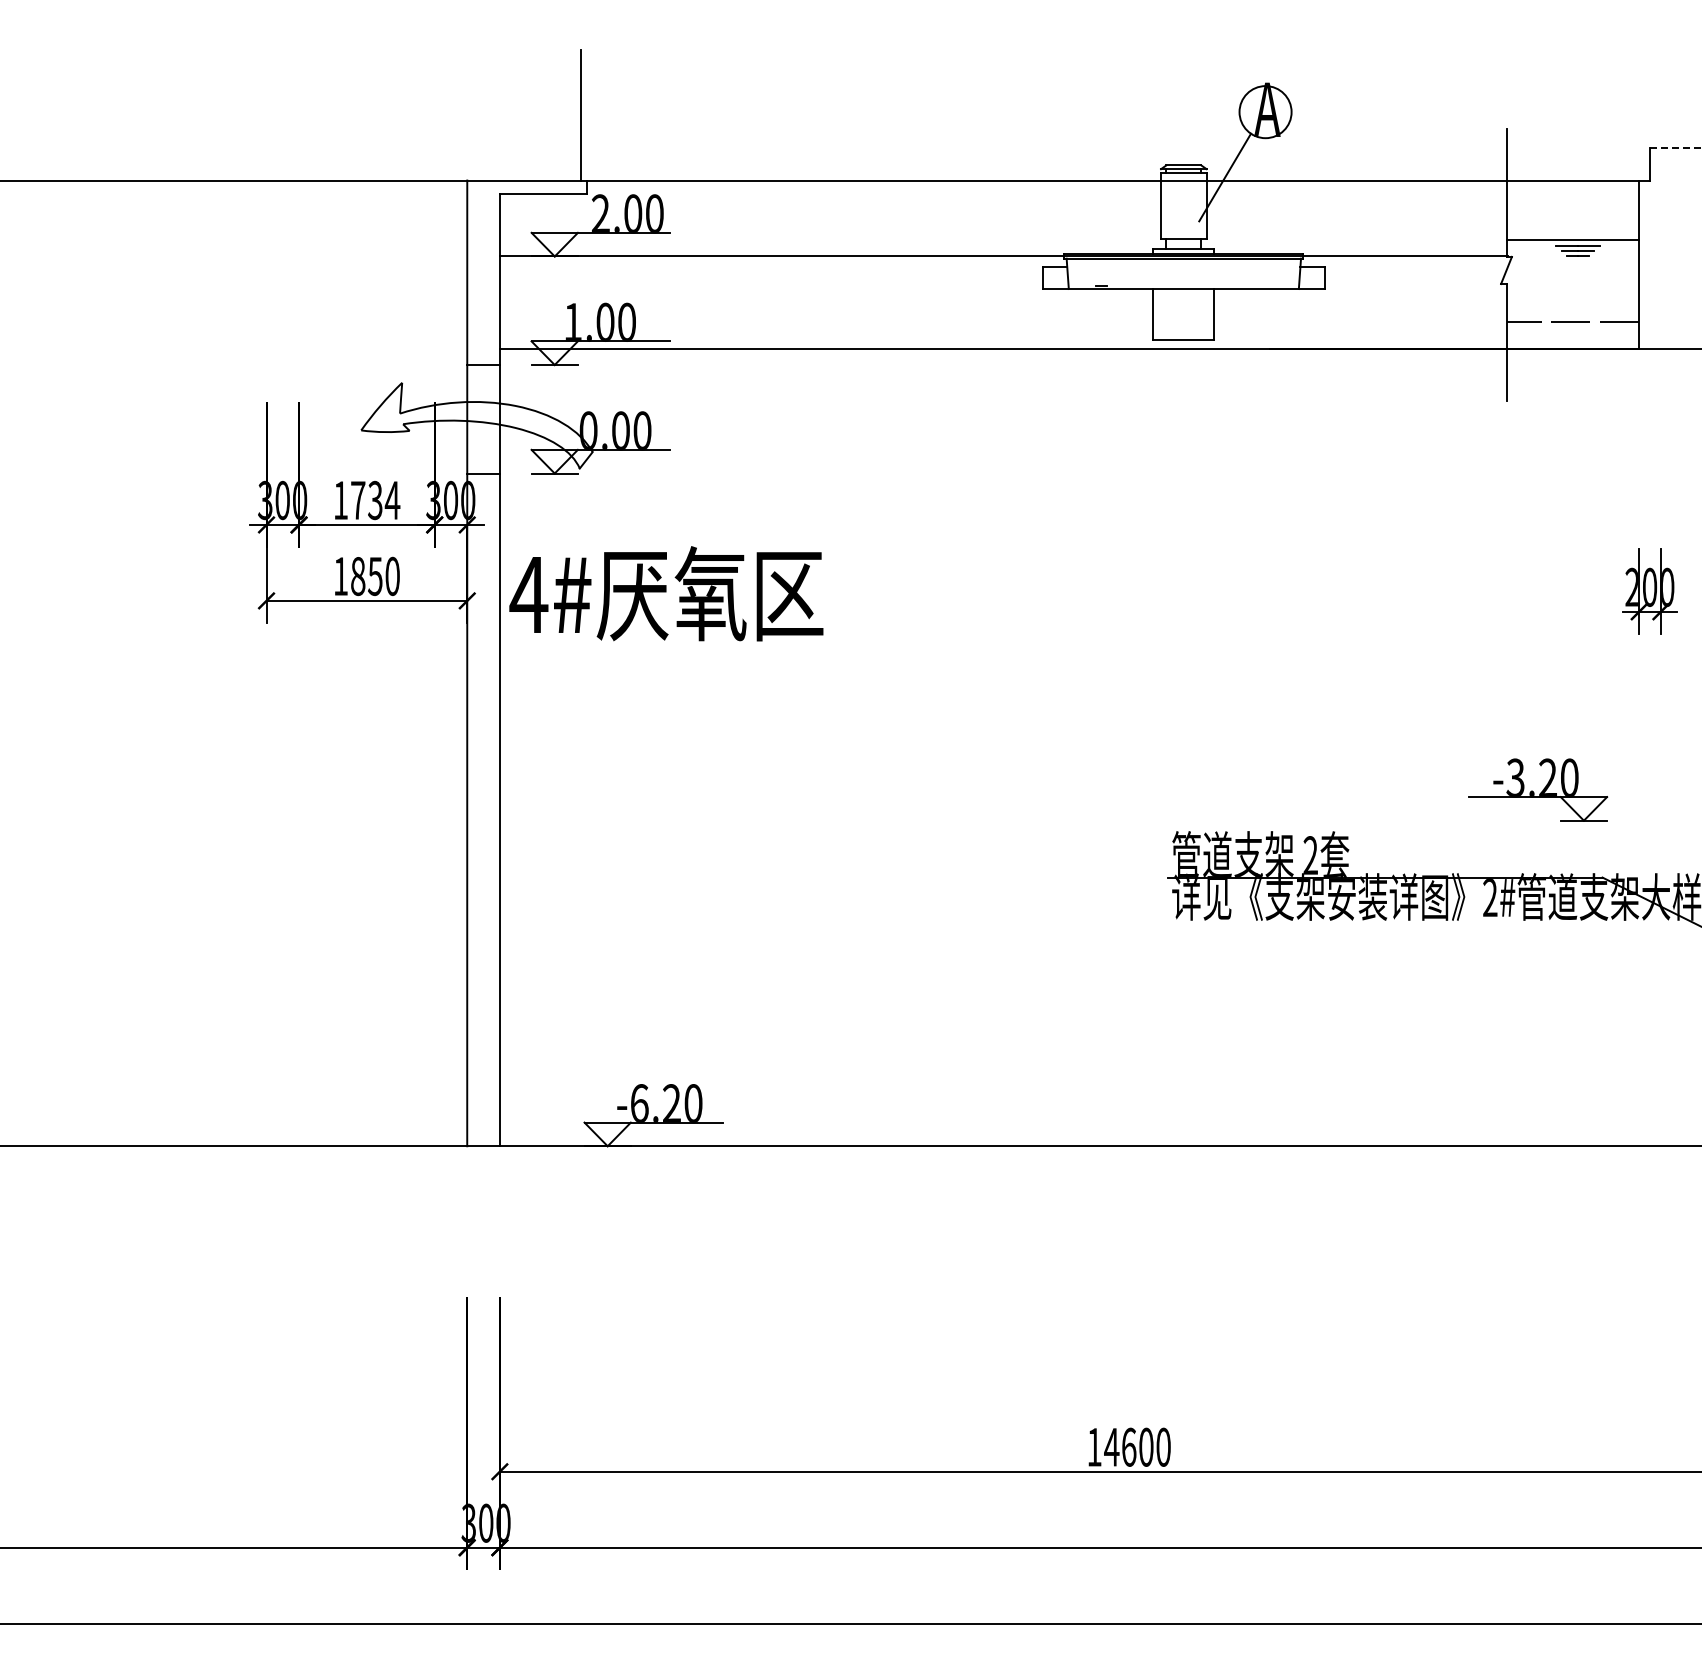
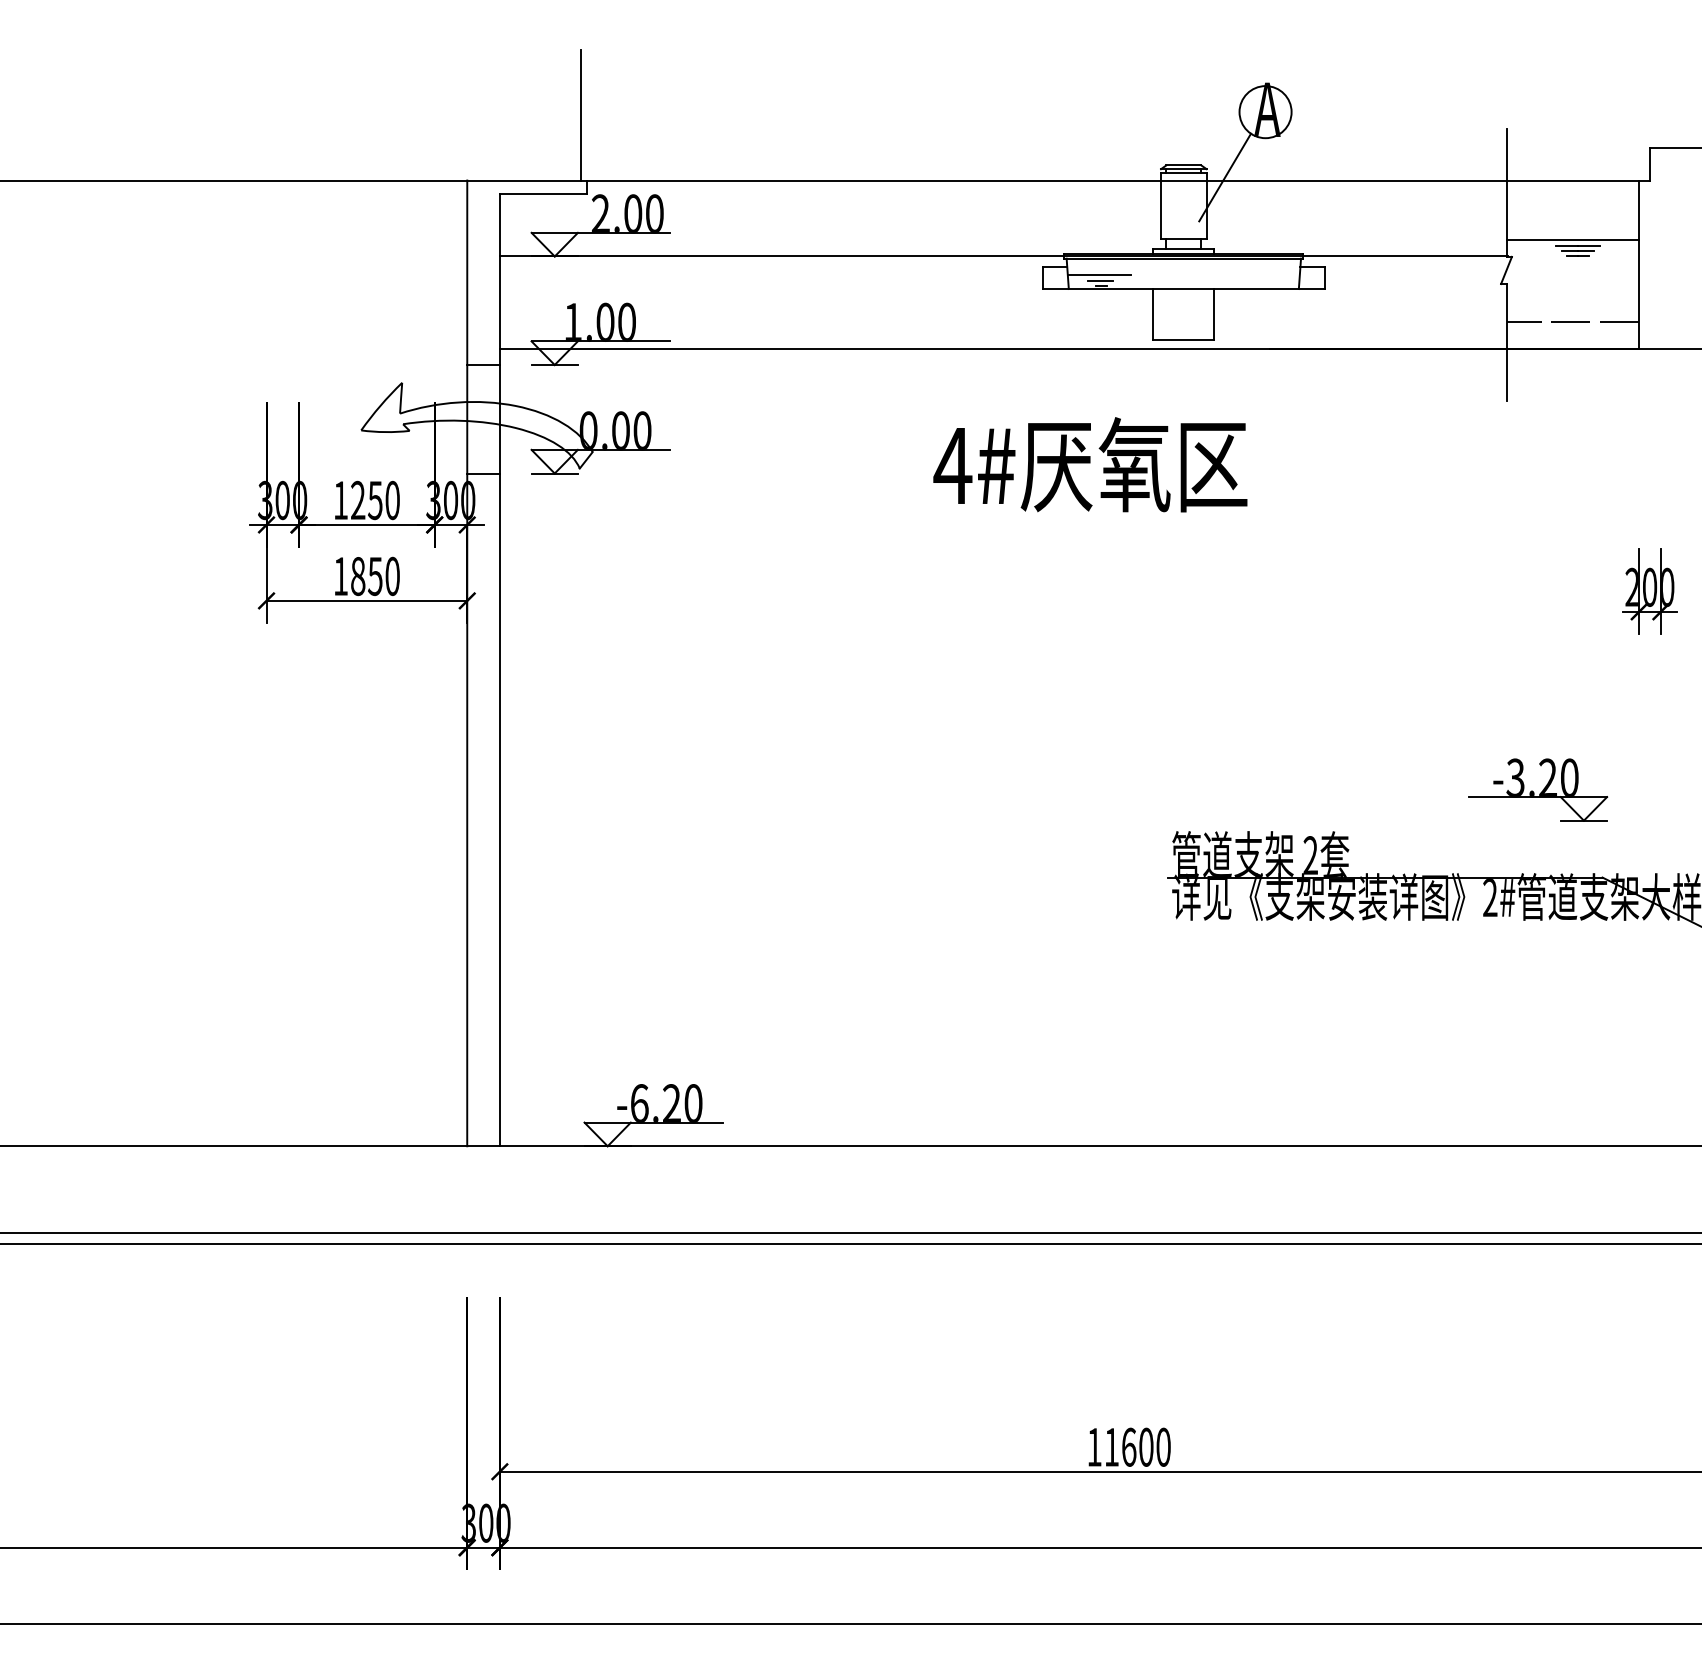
line at (1675, 147): dashed -> solid
line at (1099, 274): none -> present
line at (1100, 280): none -> present
text at (375, 500): 1734 -> 1250
text at (666, 593) position: (666, 593) -> (1090, 464)
line at (850, 1233): none -> present
line at (850, 1243): none -> present
text at (1111, 1447): 14600 -> 11600
